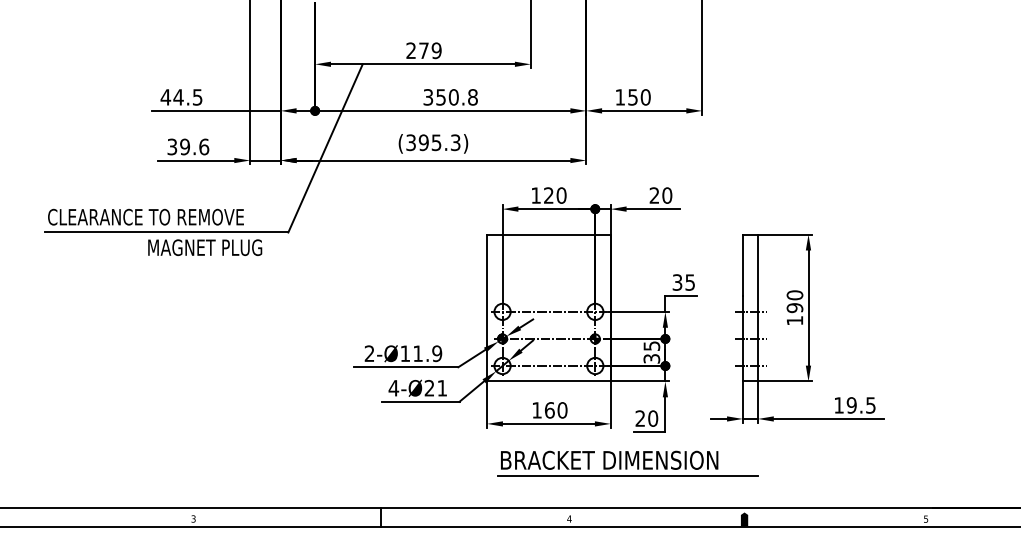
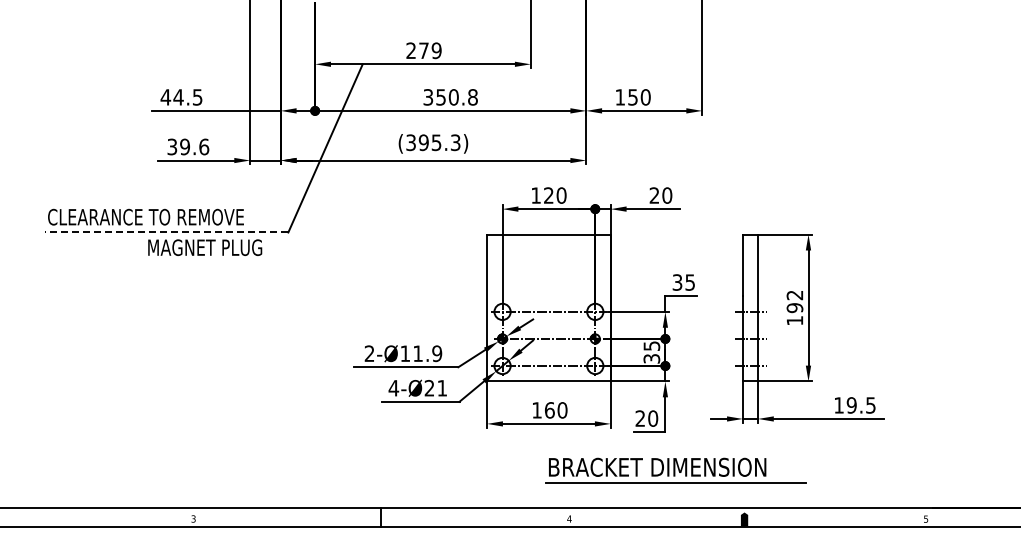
line at (166, 232): solid -> dashed
text at (794, 295): 190 -> 192
part at (627, 463) position: (627, 463) -> (675, 470)
